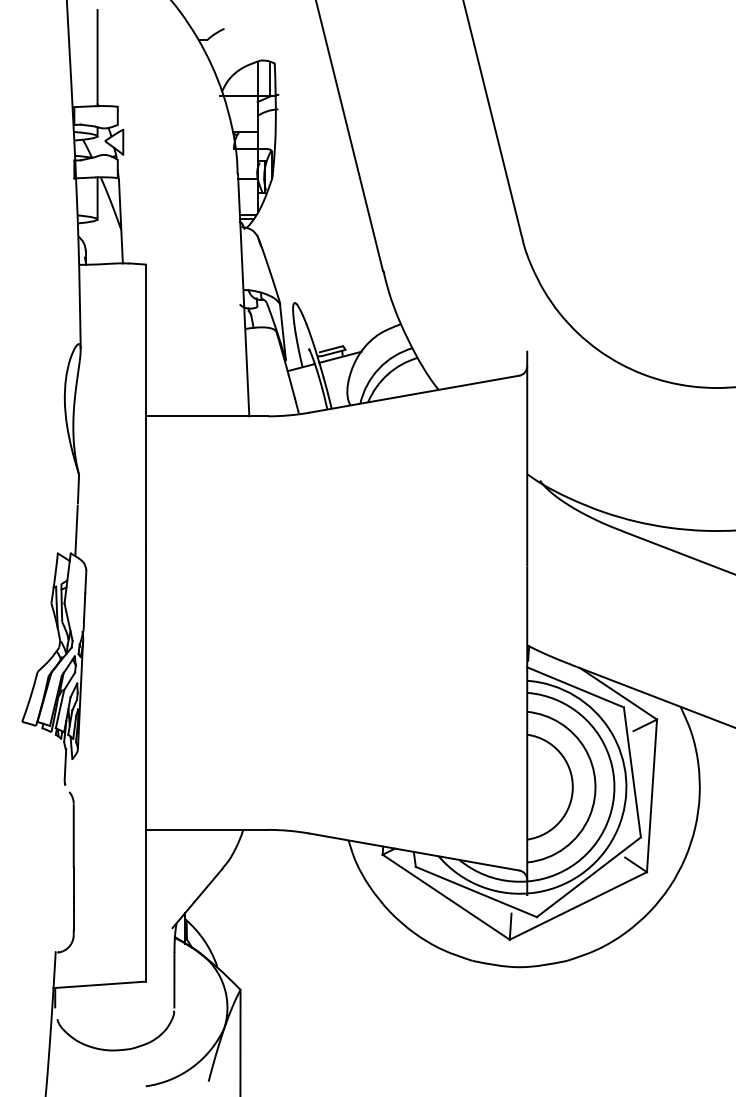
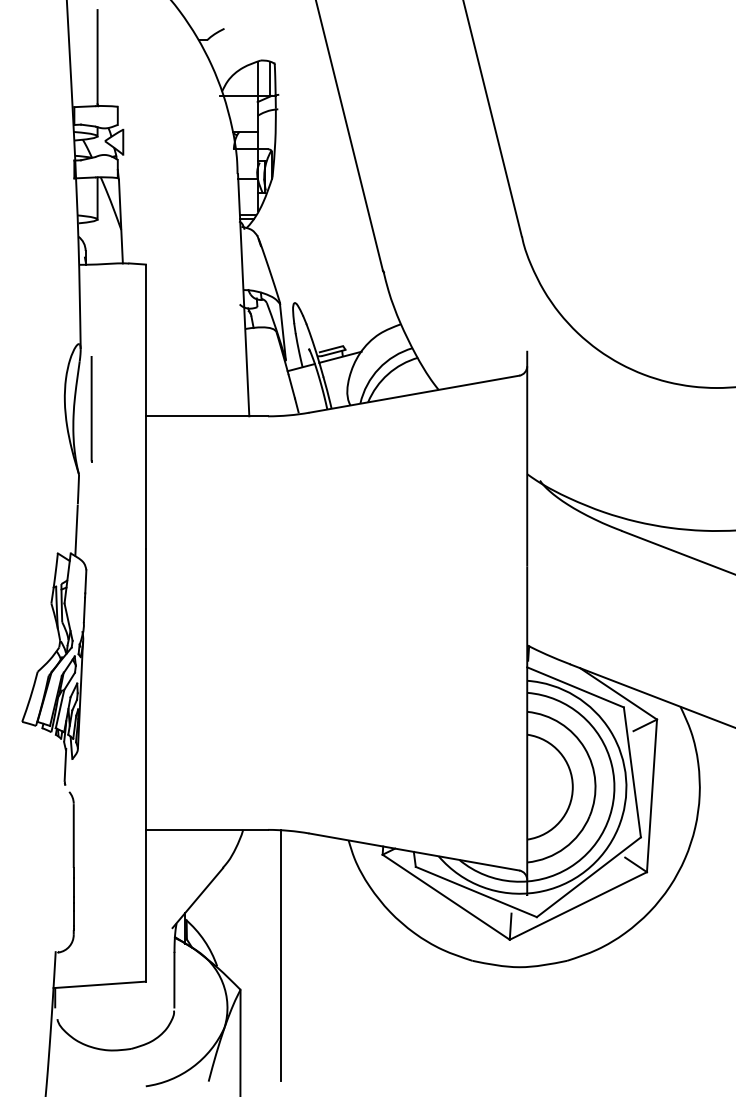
line at (91, 409): none -> present
line at (280, 955): none -> present
